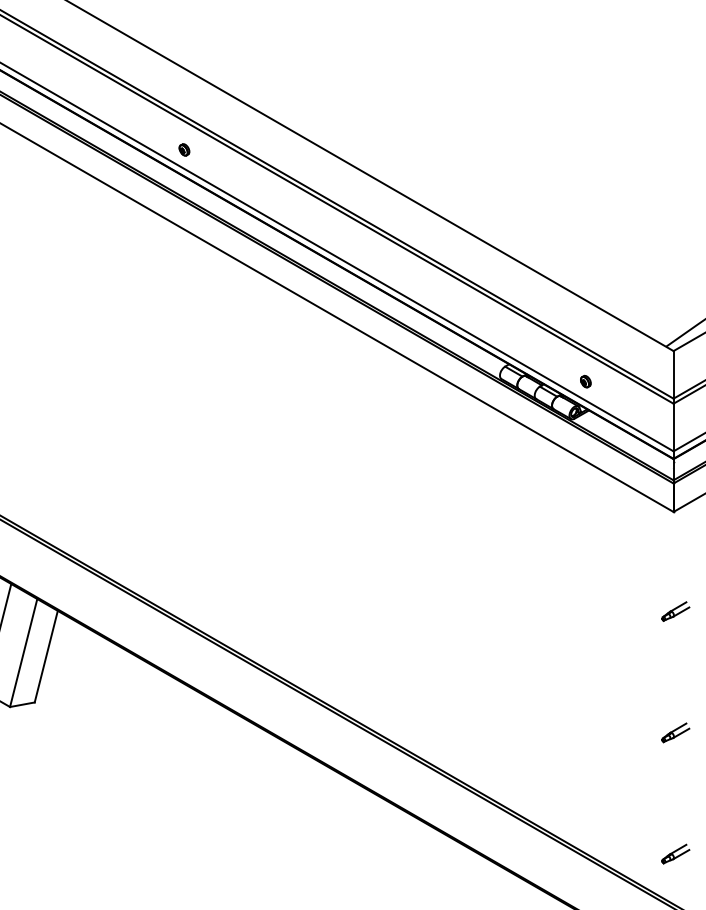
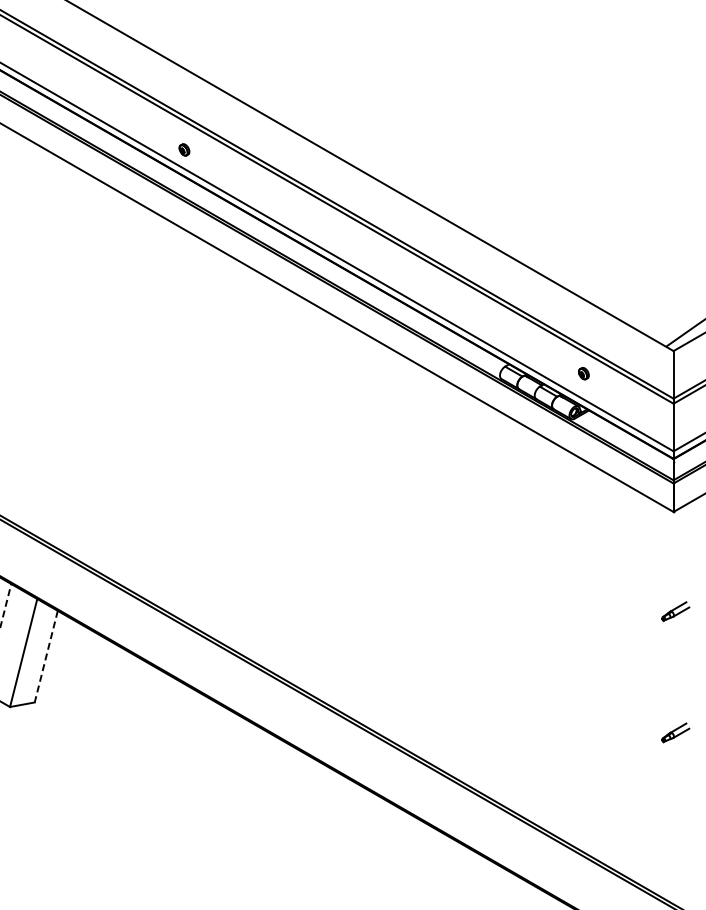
part at (585, 381) position: (585, 381) -> (583, 373)
line at (5, 606): solid -> dashed
line at (46, 657): solid -> dashed
part at (675, 853): present -> none
